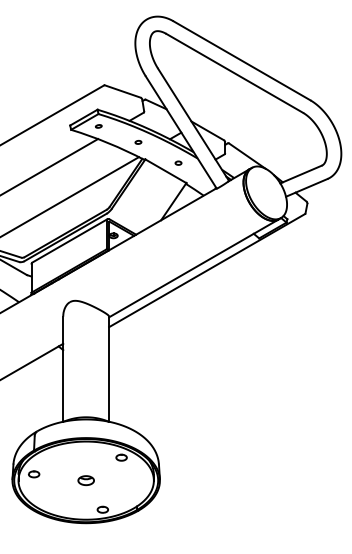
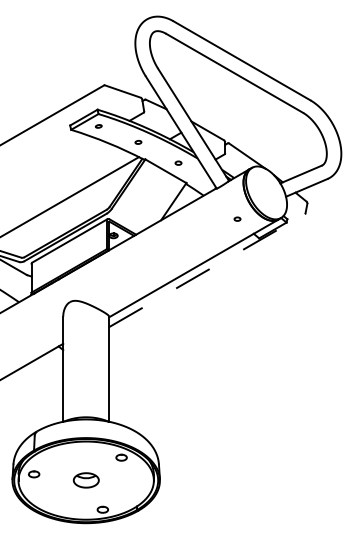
line at (50, 166): present -> none
part at (237, 218): none -> present
line at (207, 270): solid -> dashed
part at (85, 480) size: 18x12 px -> 28x17 px
